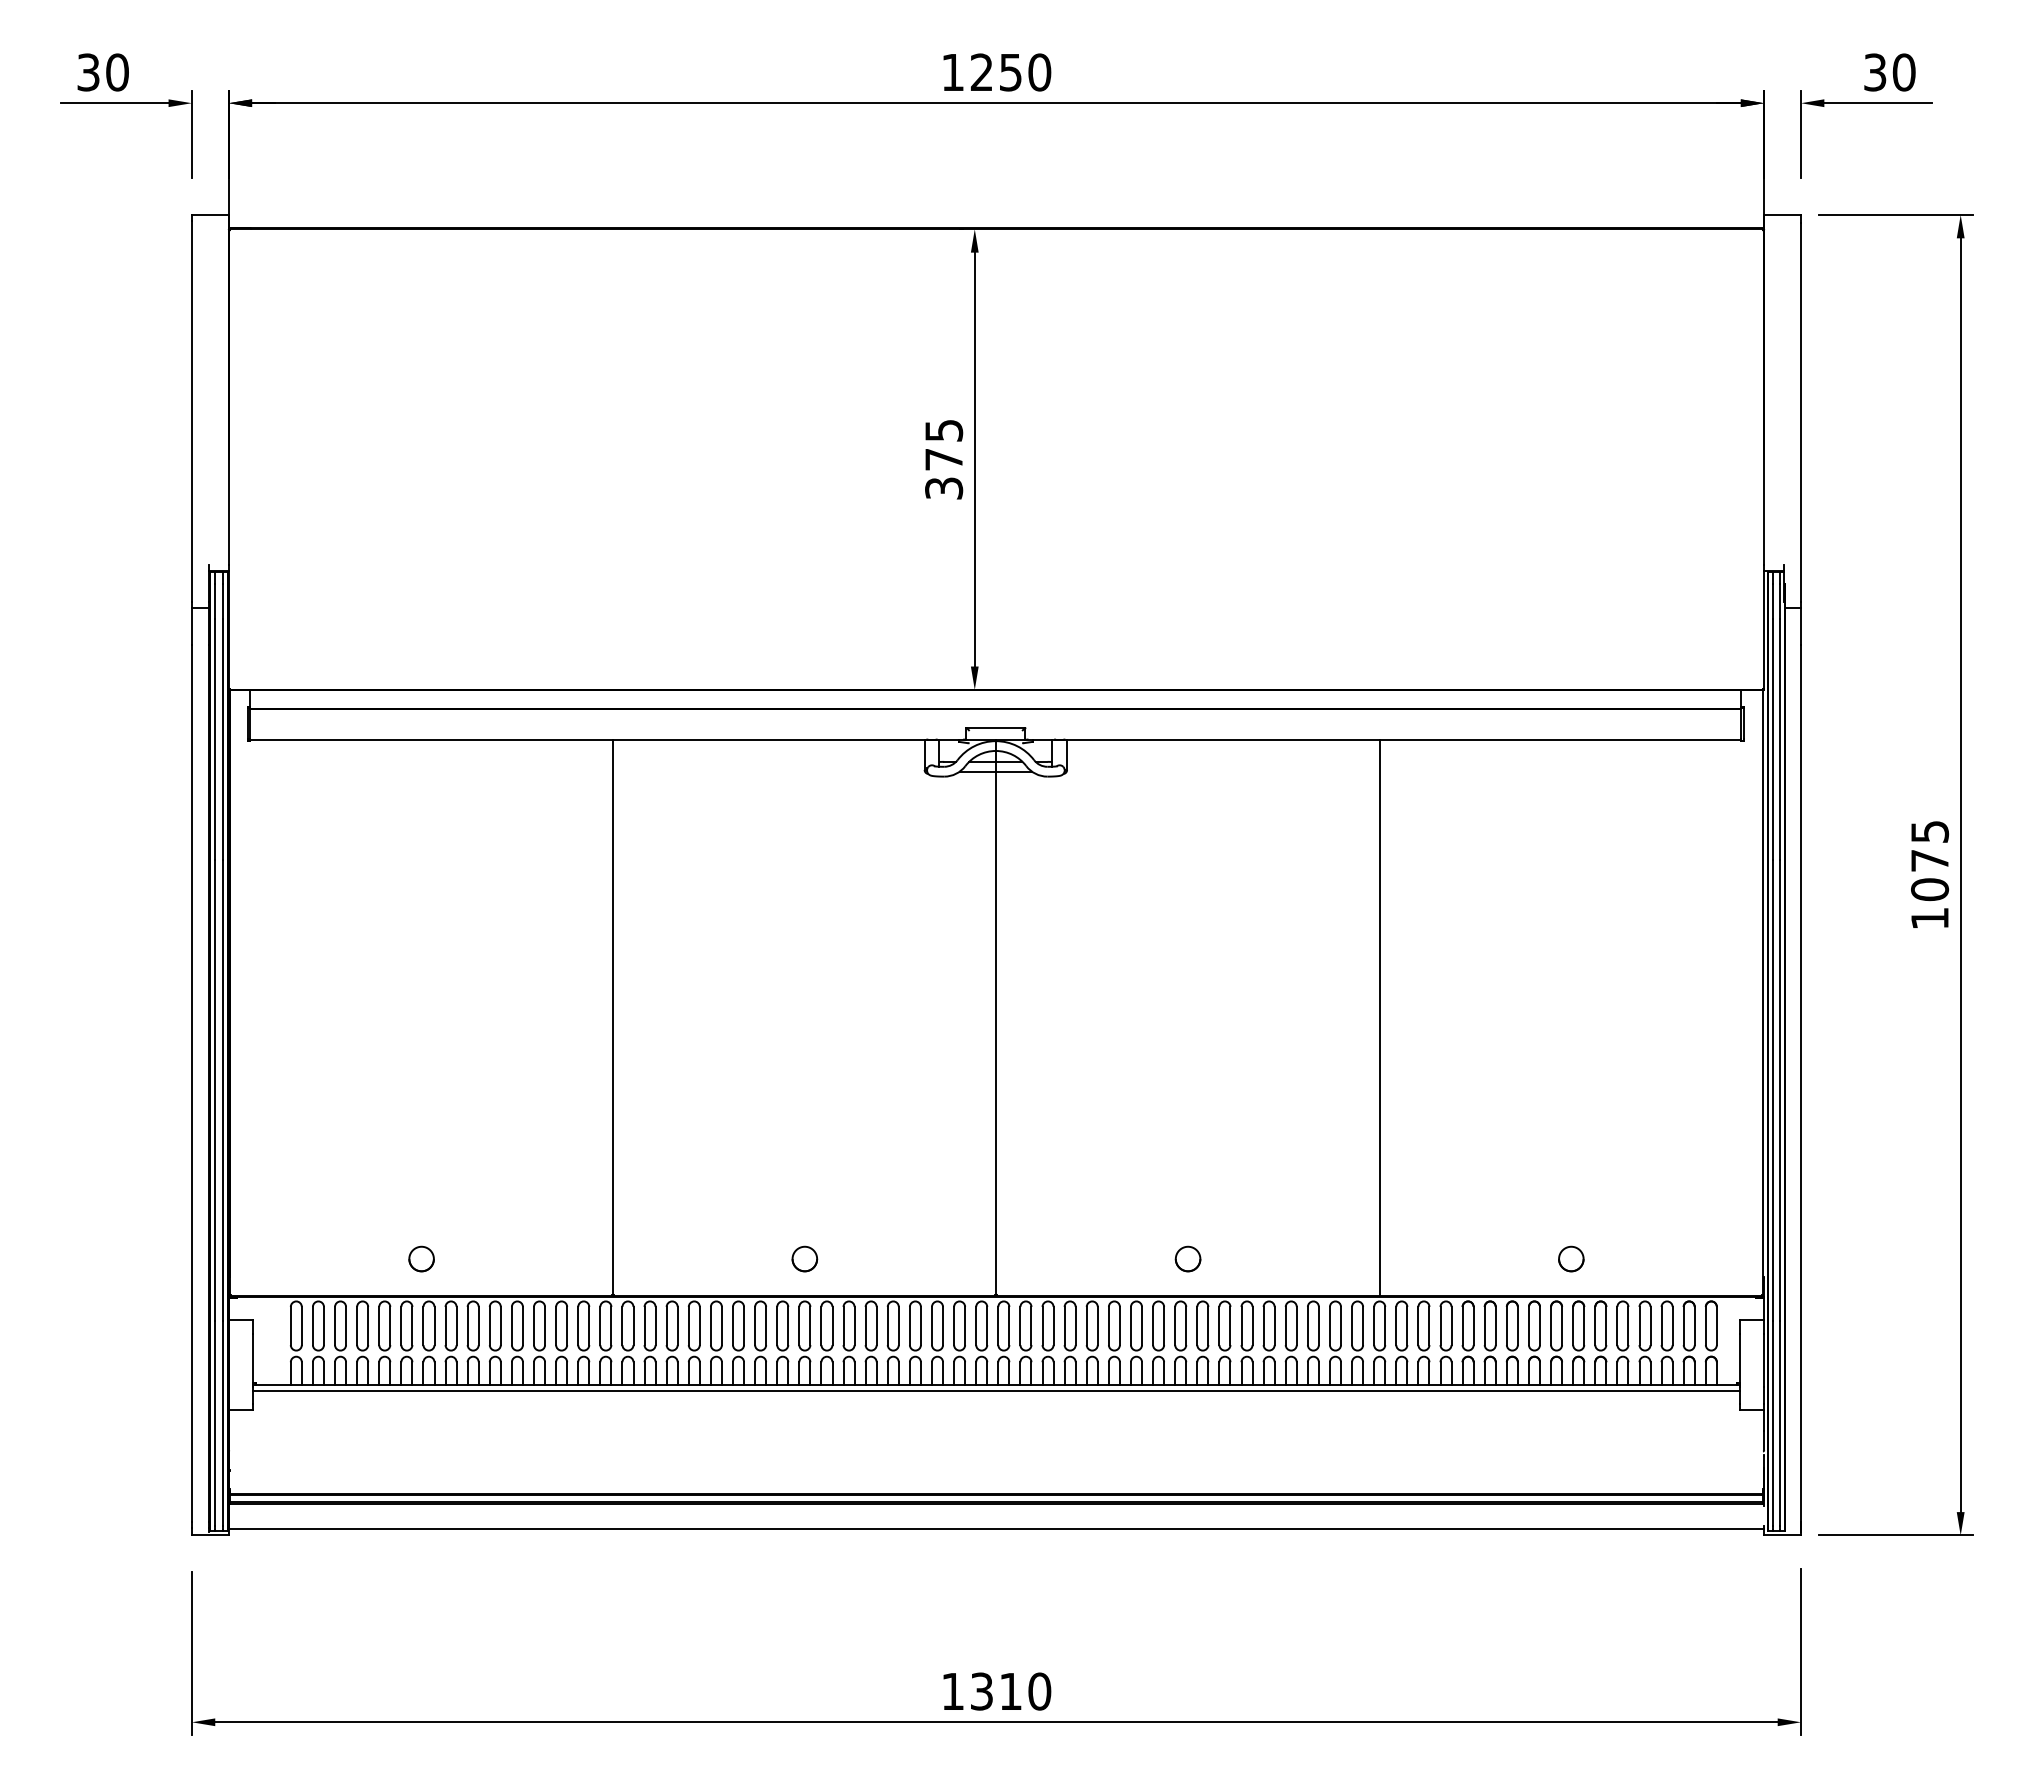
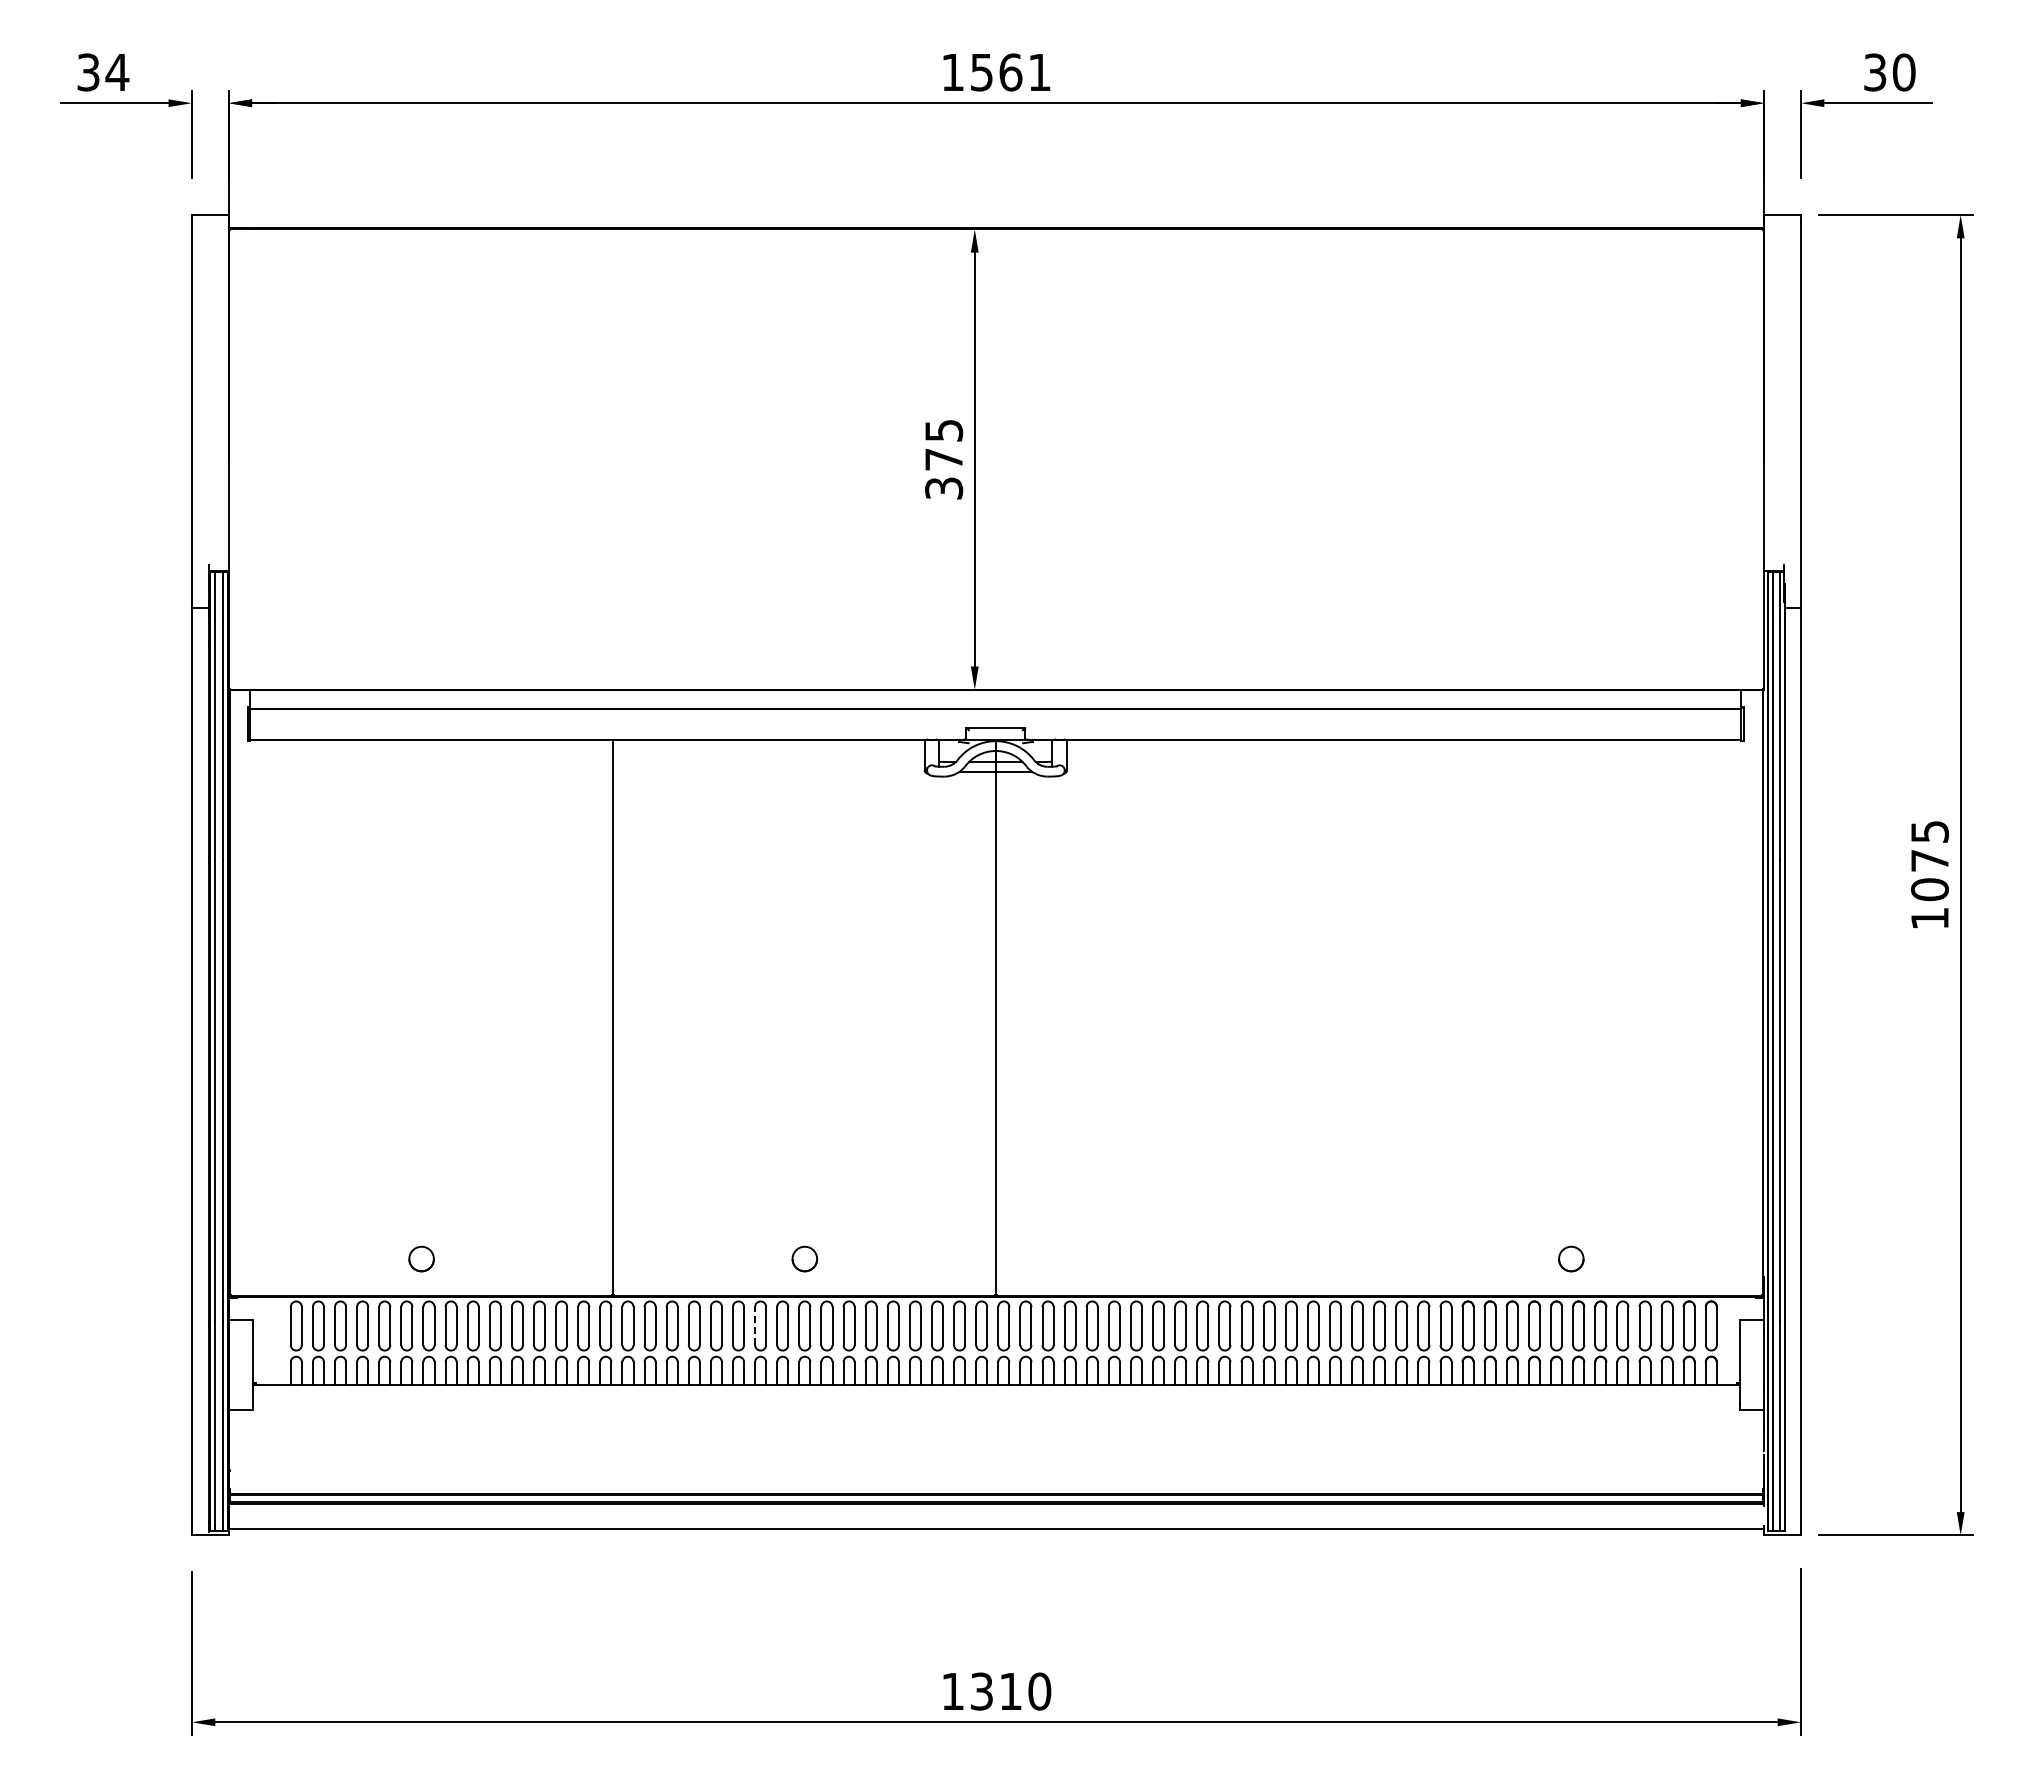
text at (117, 72): 30 -> 34
text at (1010, 72): 1250 -> 1561
line at (1379, 1016): present -> none
part at (1187, 1258): present -> none
line at (755, 1325): solid -> dashed
line at (996, 1391): present -> none
